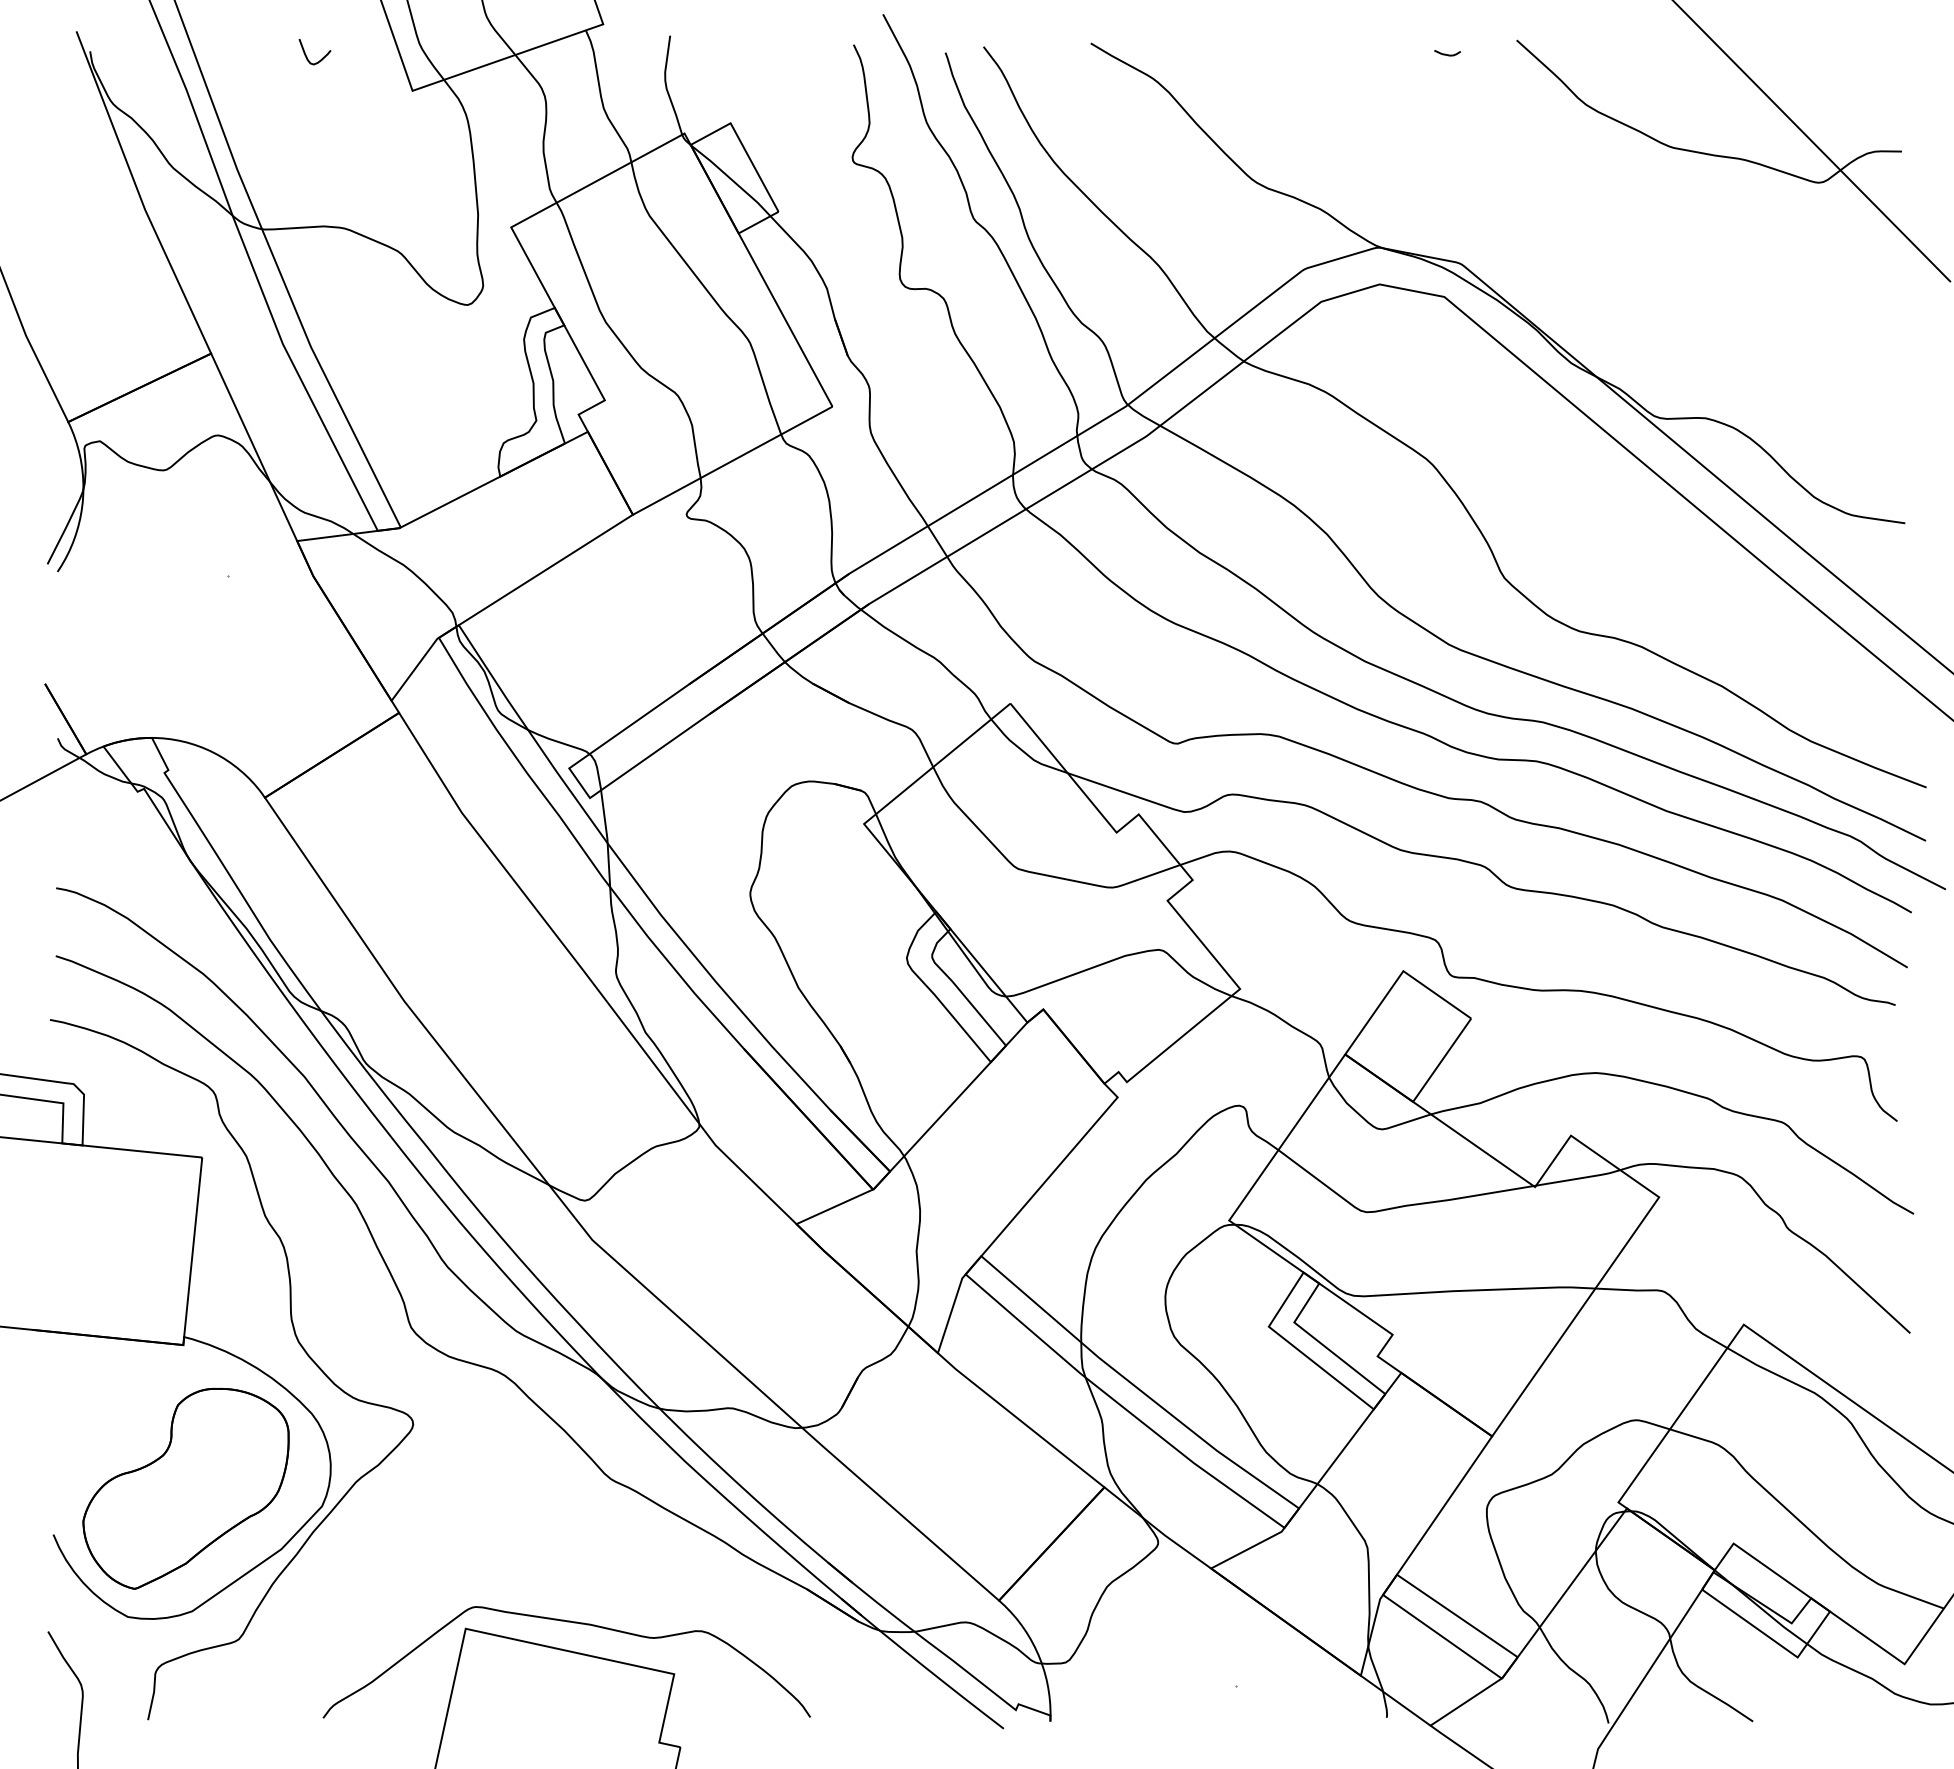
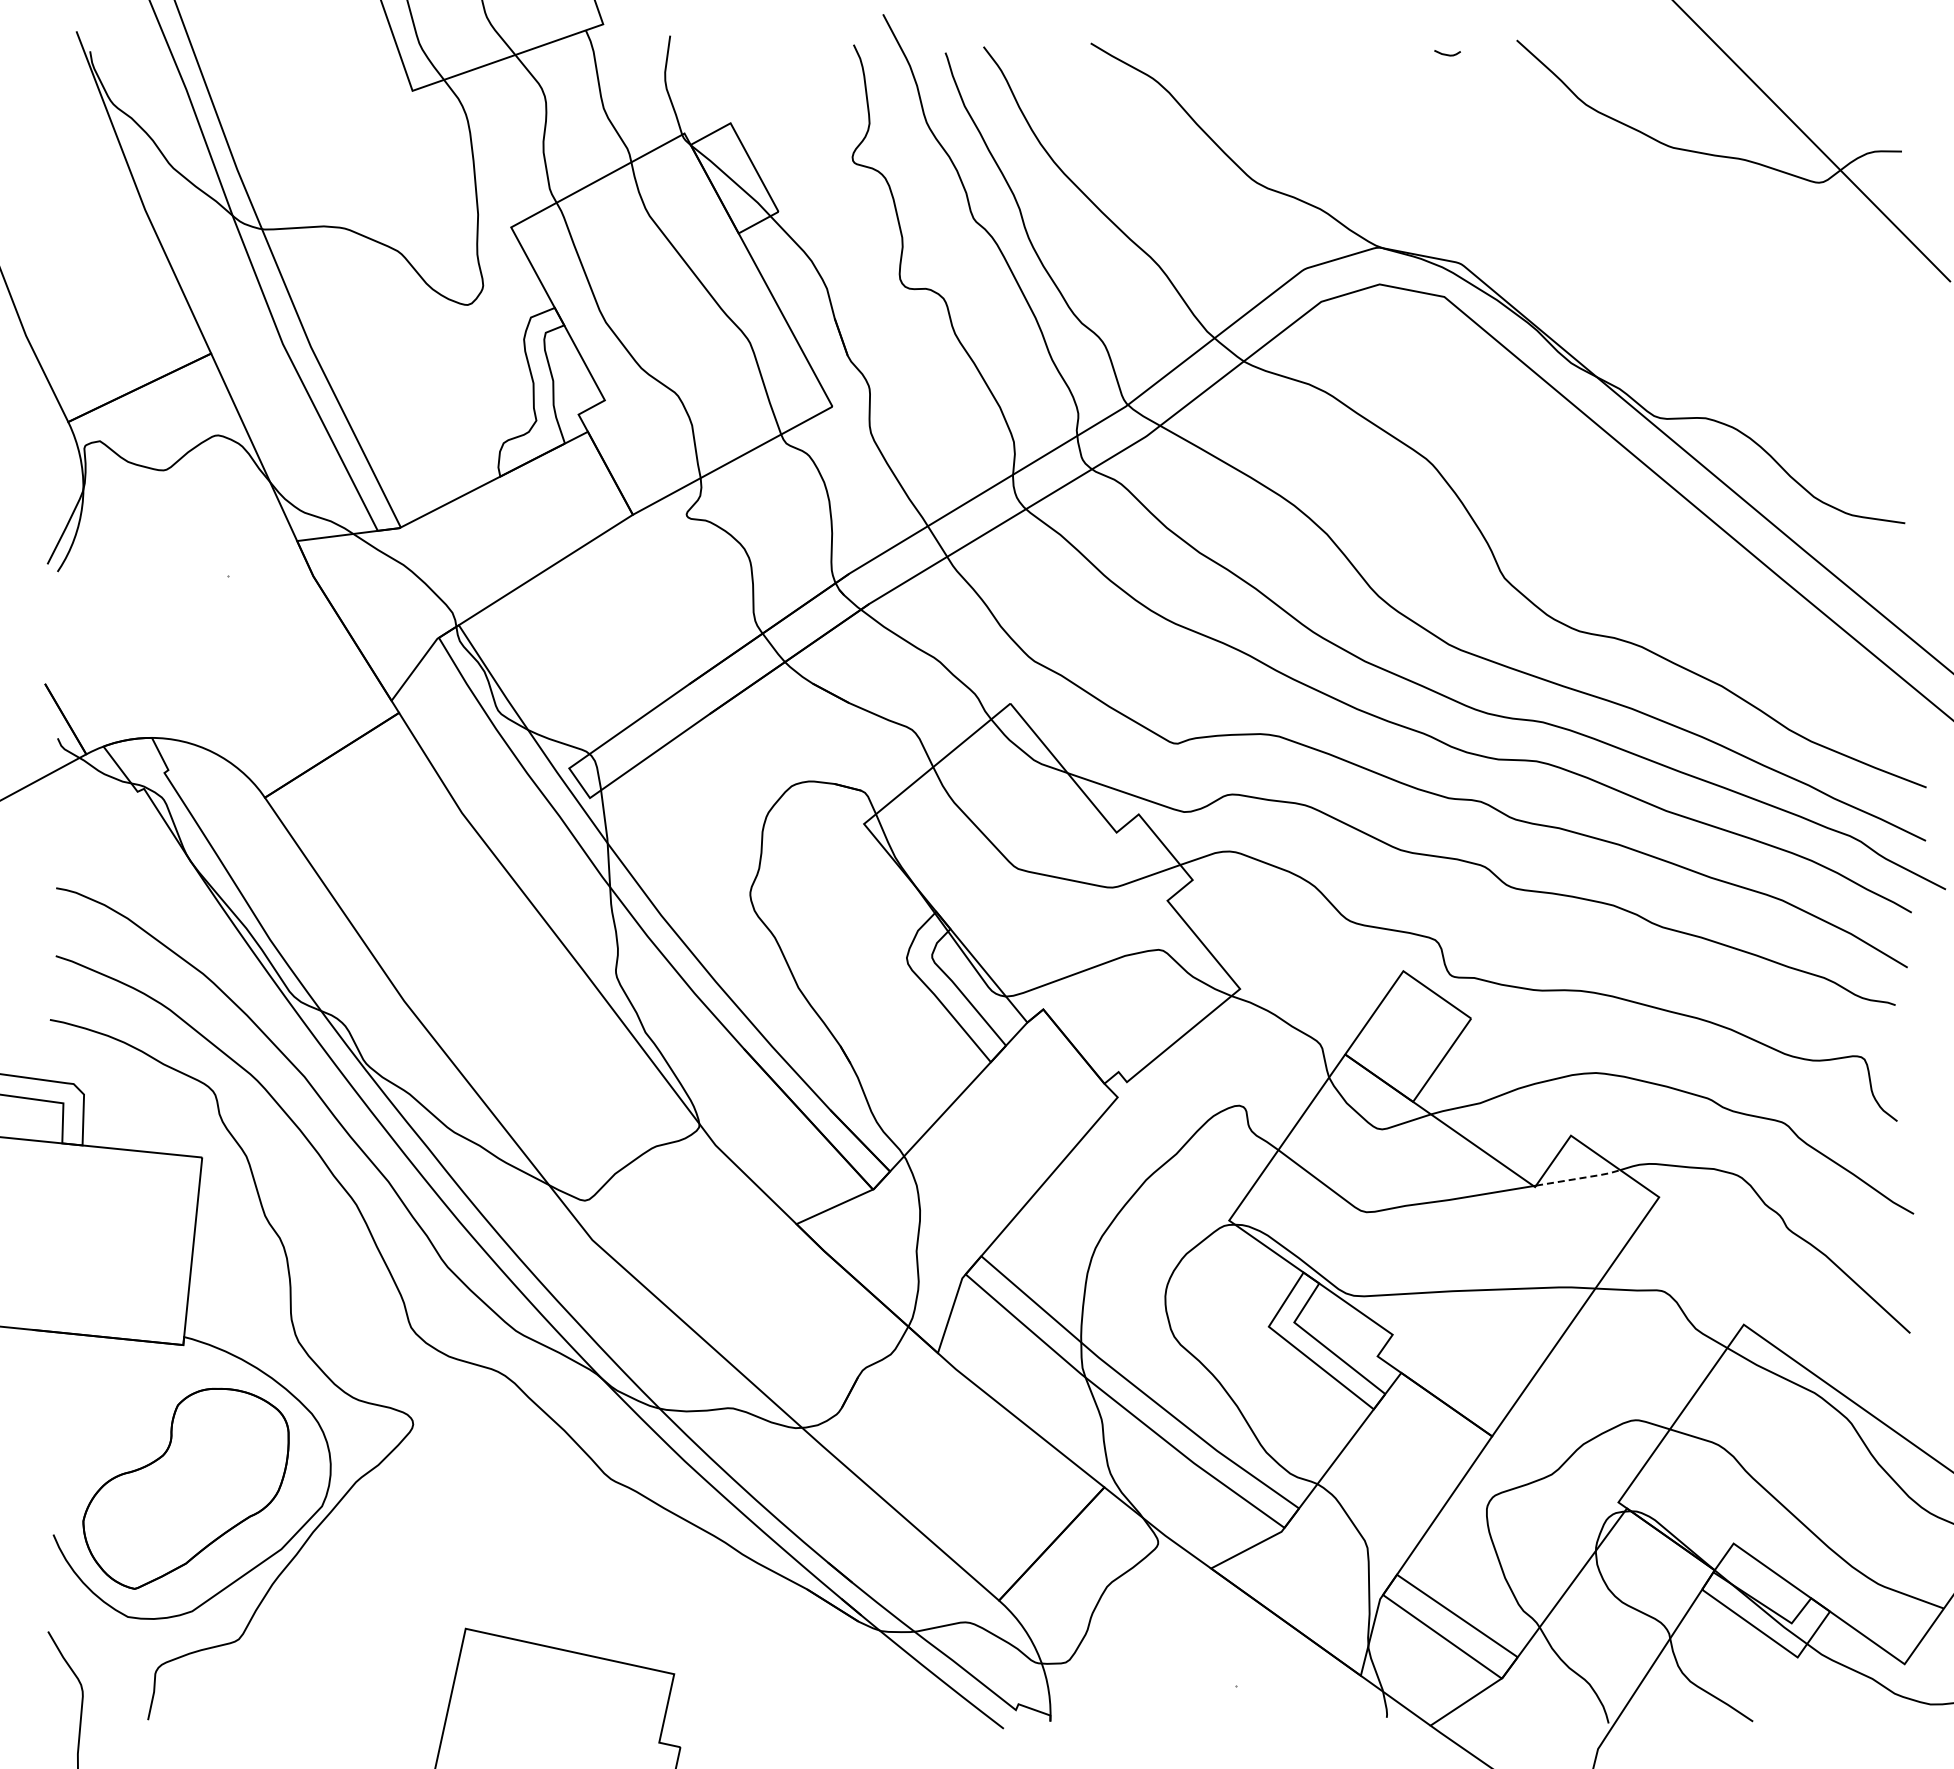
curve at (307, 56): present -> none
line at (1580, 1178): solid -> dashed
curve at (573, 1623): present -> none
